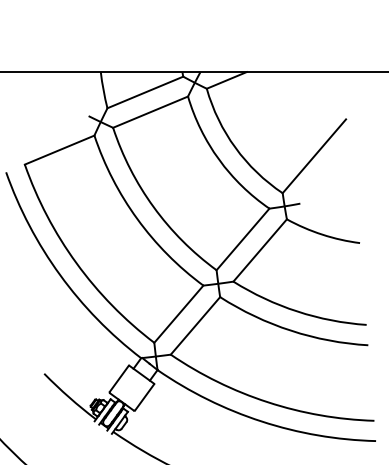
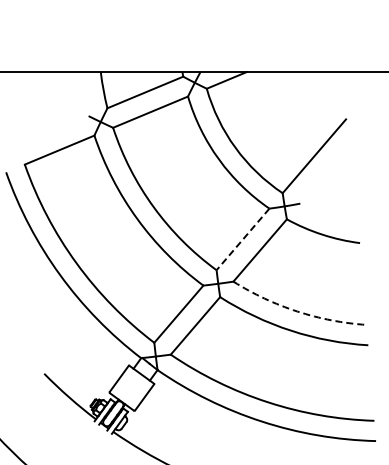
line at (243, 239): solid -> dashed
arc at (297, 311): solid -> dashed
